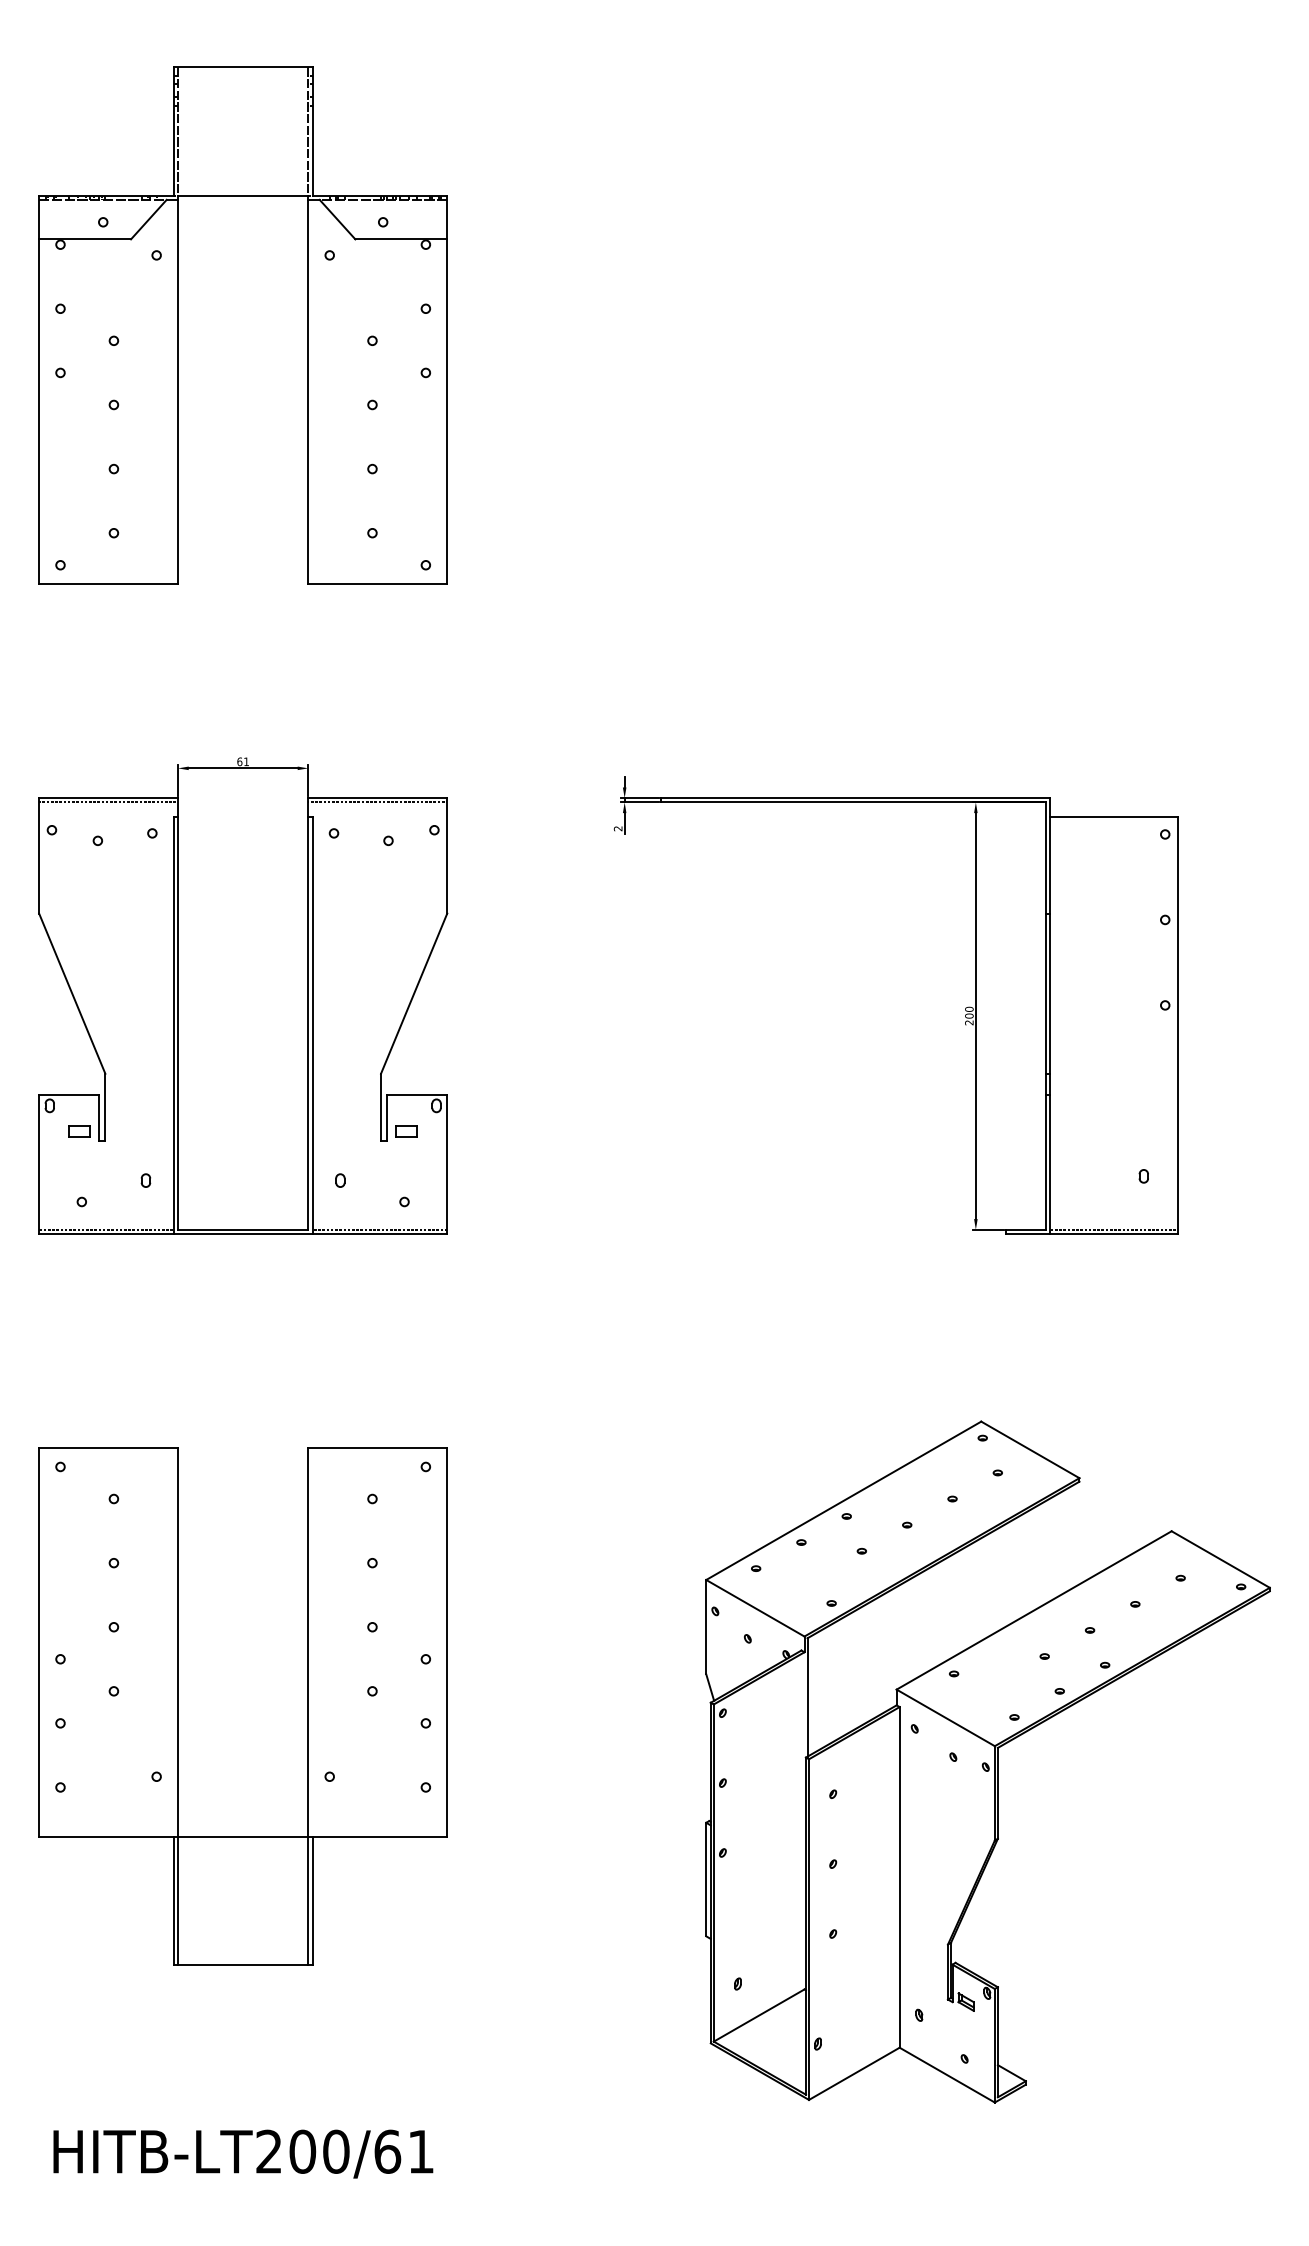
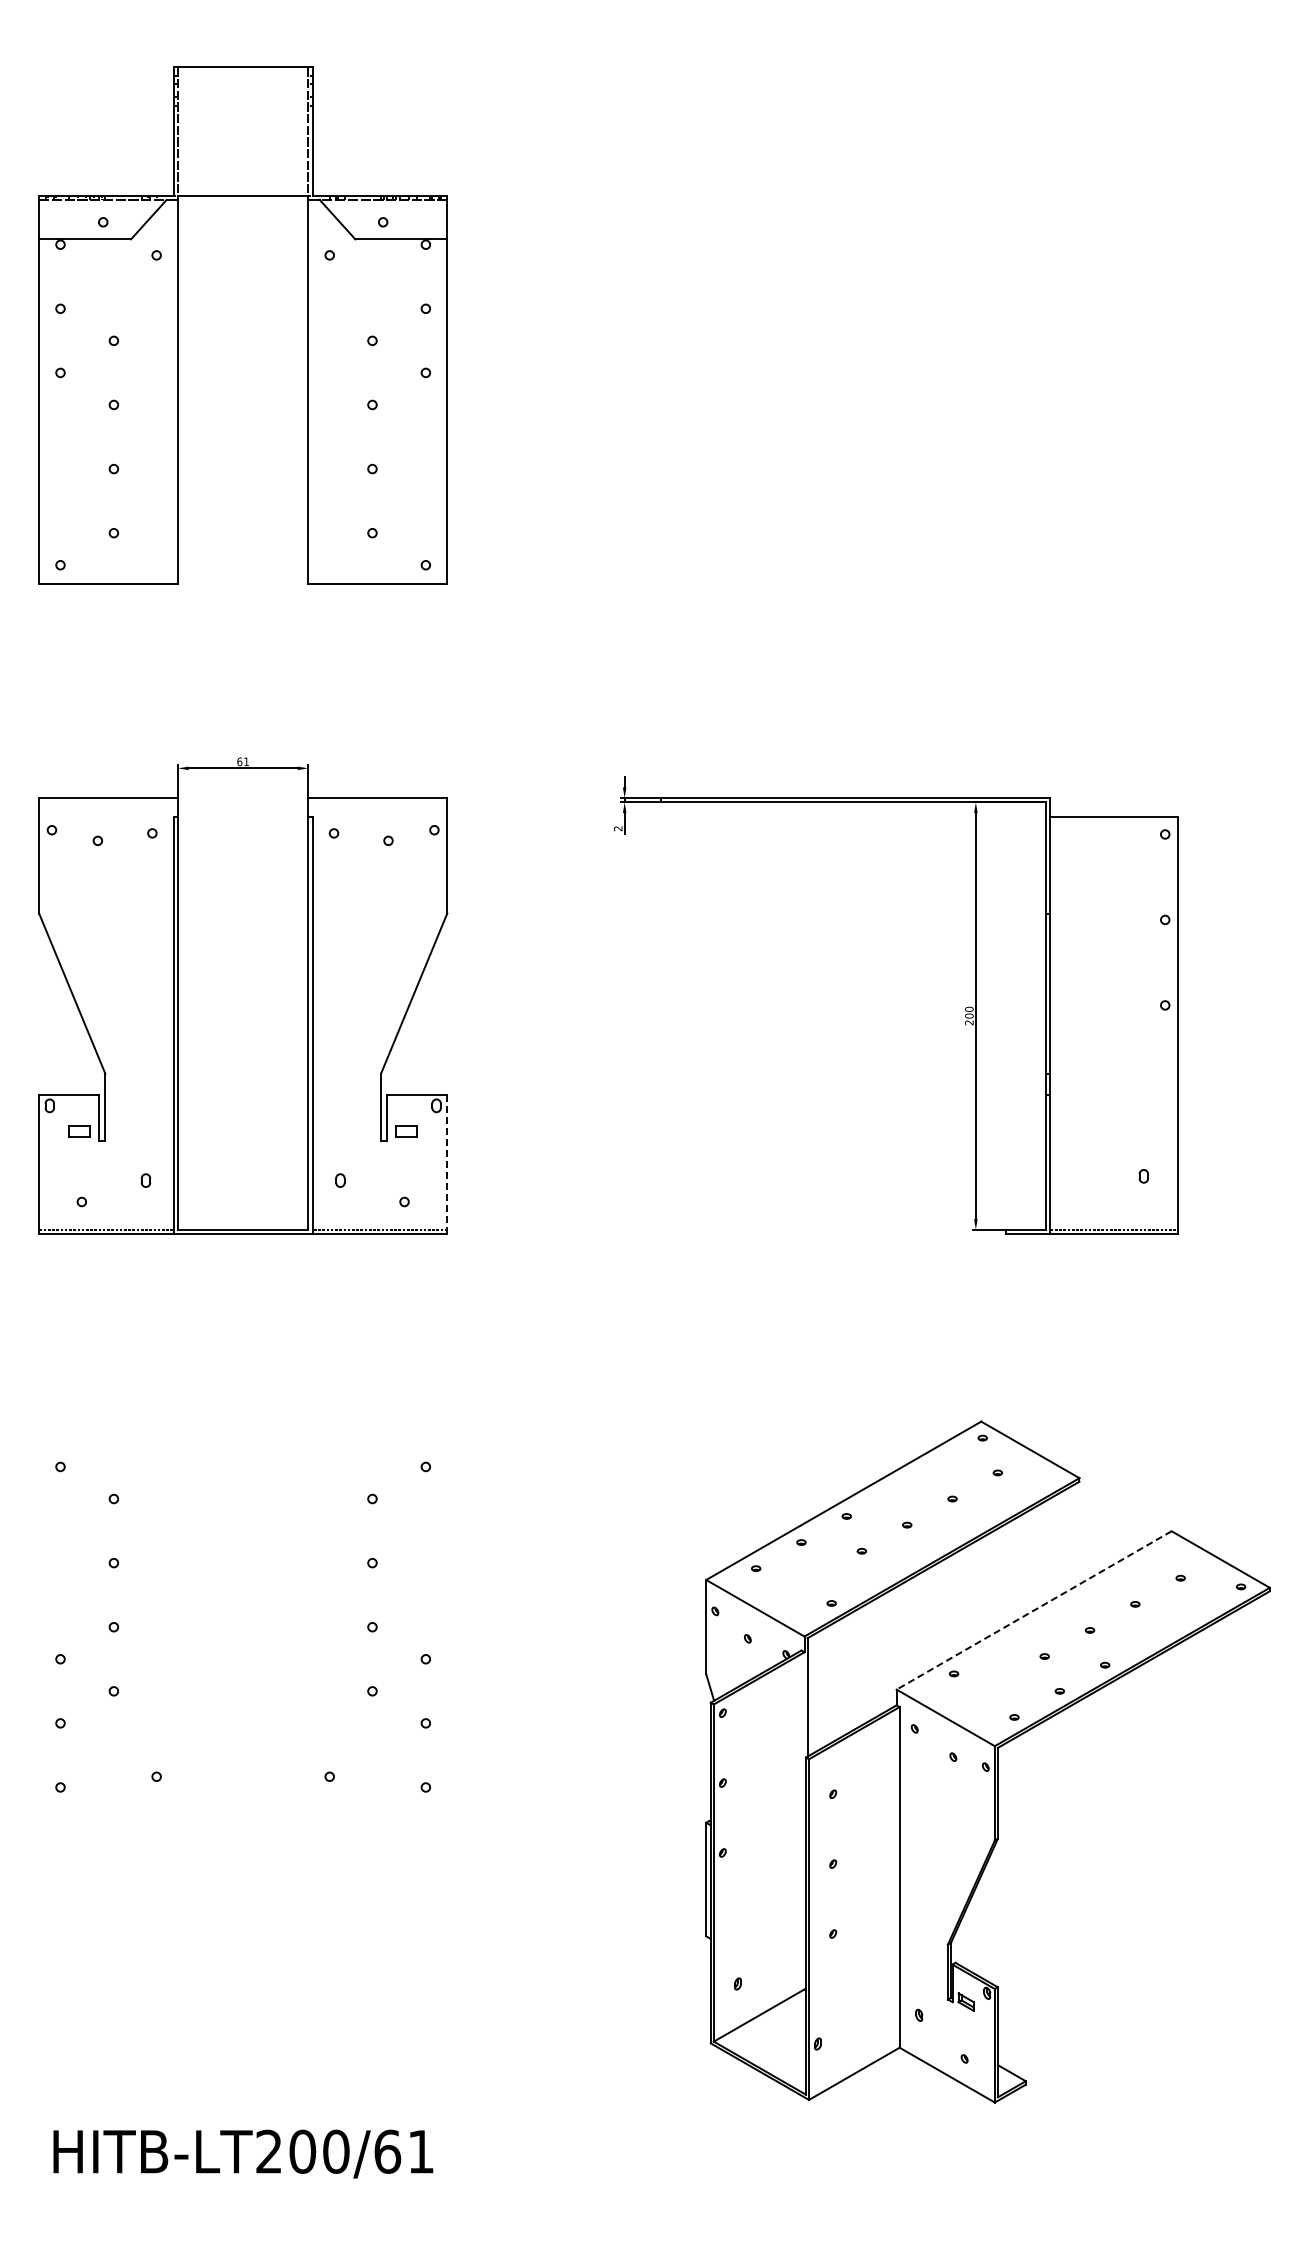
line at (108, 802): present -> none
line at (377, 802): present -> none
line at (447, 1164): solid -> dashed
line at (1034, 1610): solid -> dashed
part at (178, 1706): present -> none
